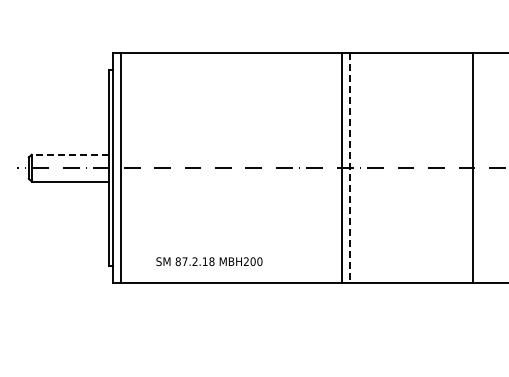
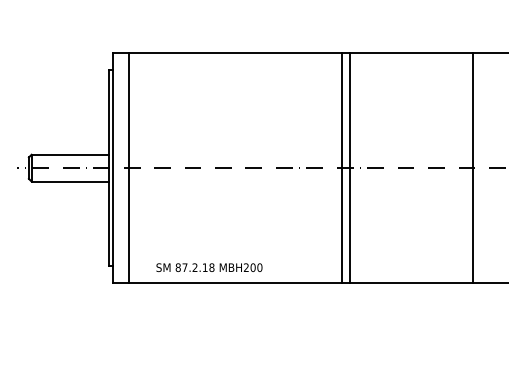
line at (70, 154): dashed -> solid
line at (120, 167) position: (120, 167) -> (128, 167)
line at (349, 168): dashed -> solid
text at (209, 261) position: (209, 261) -> (209, 267)
